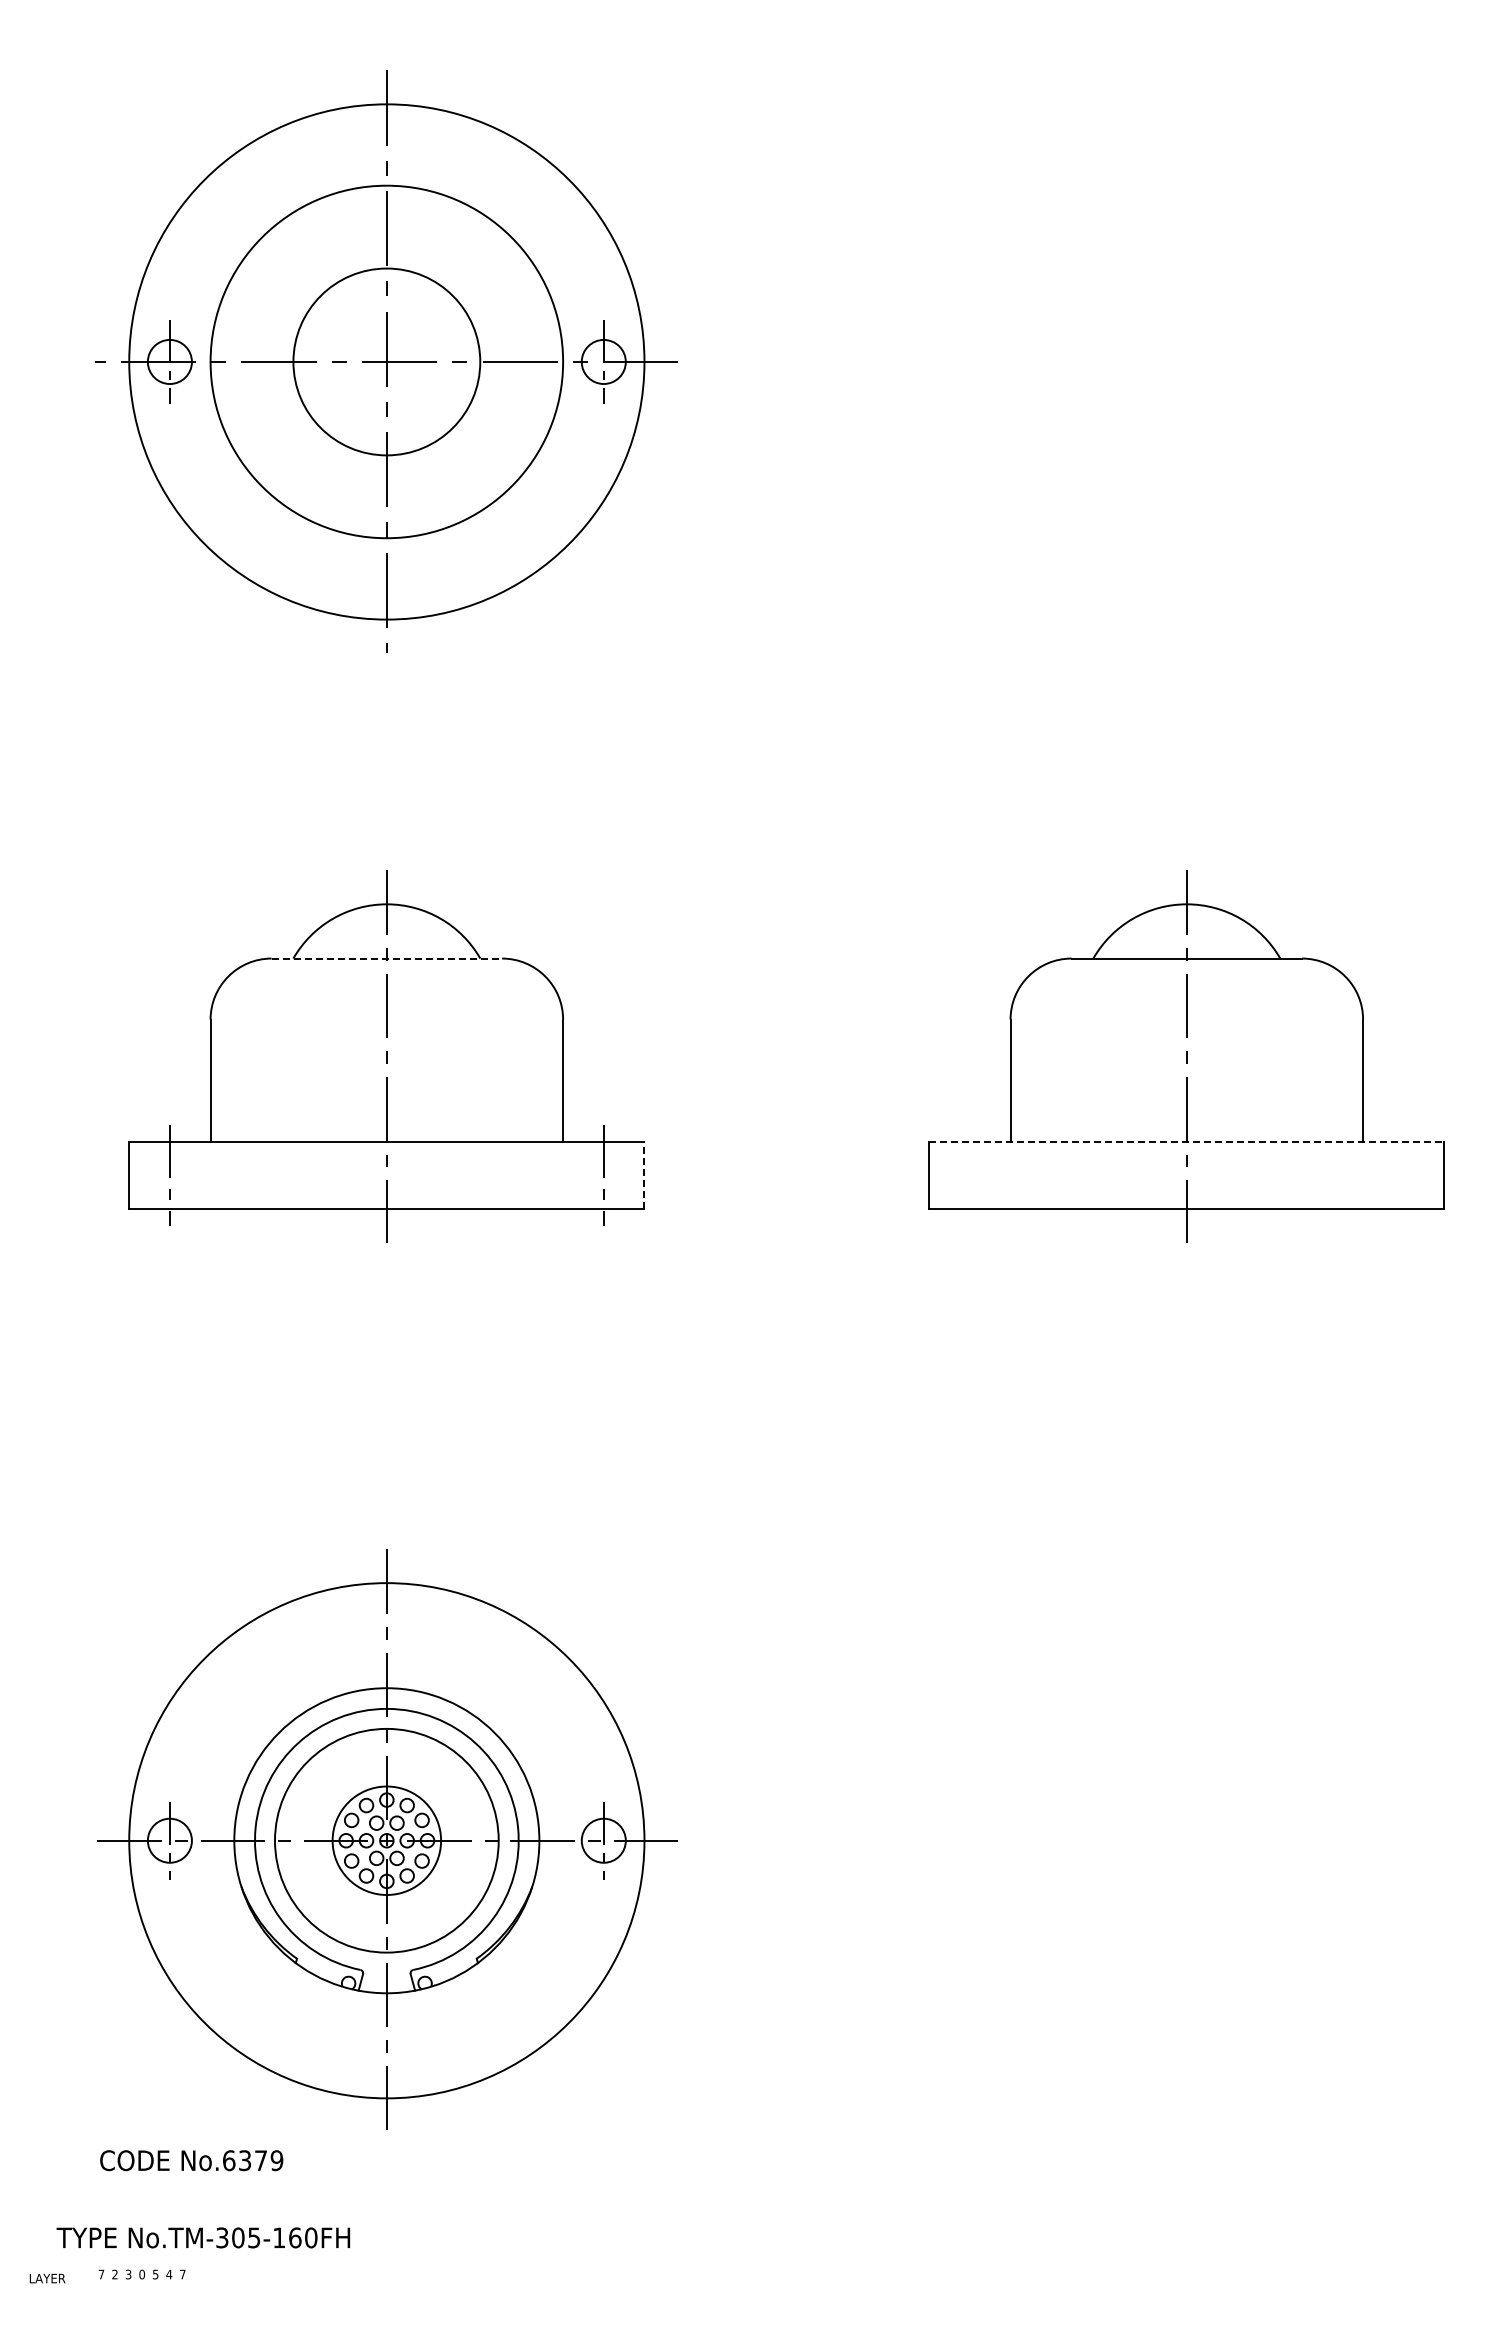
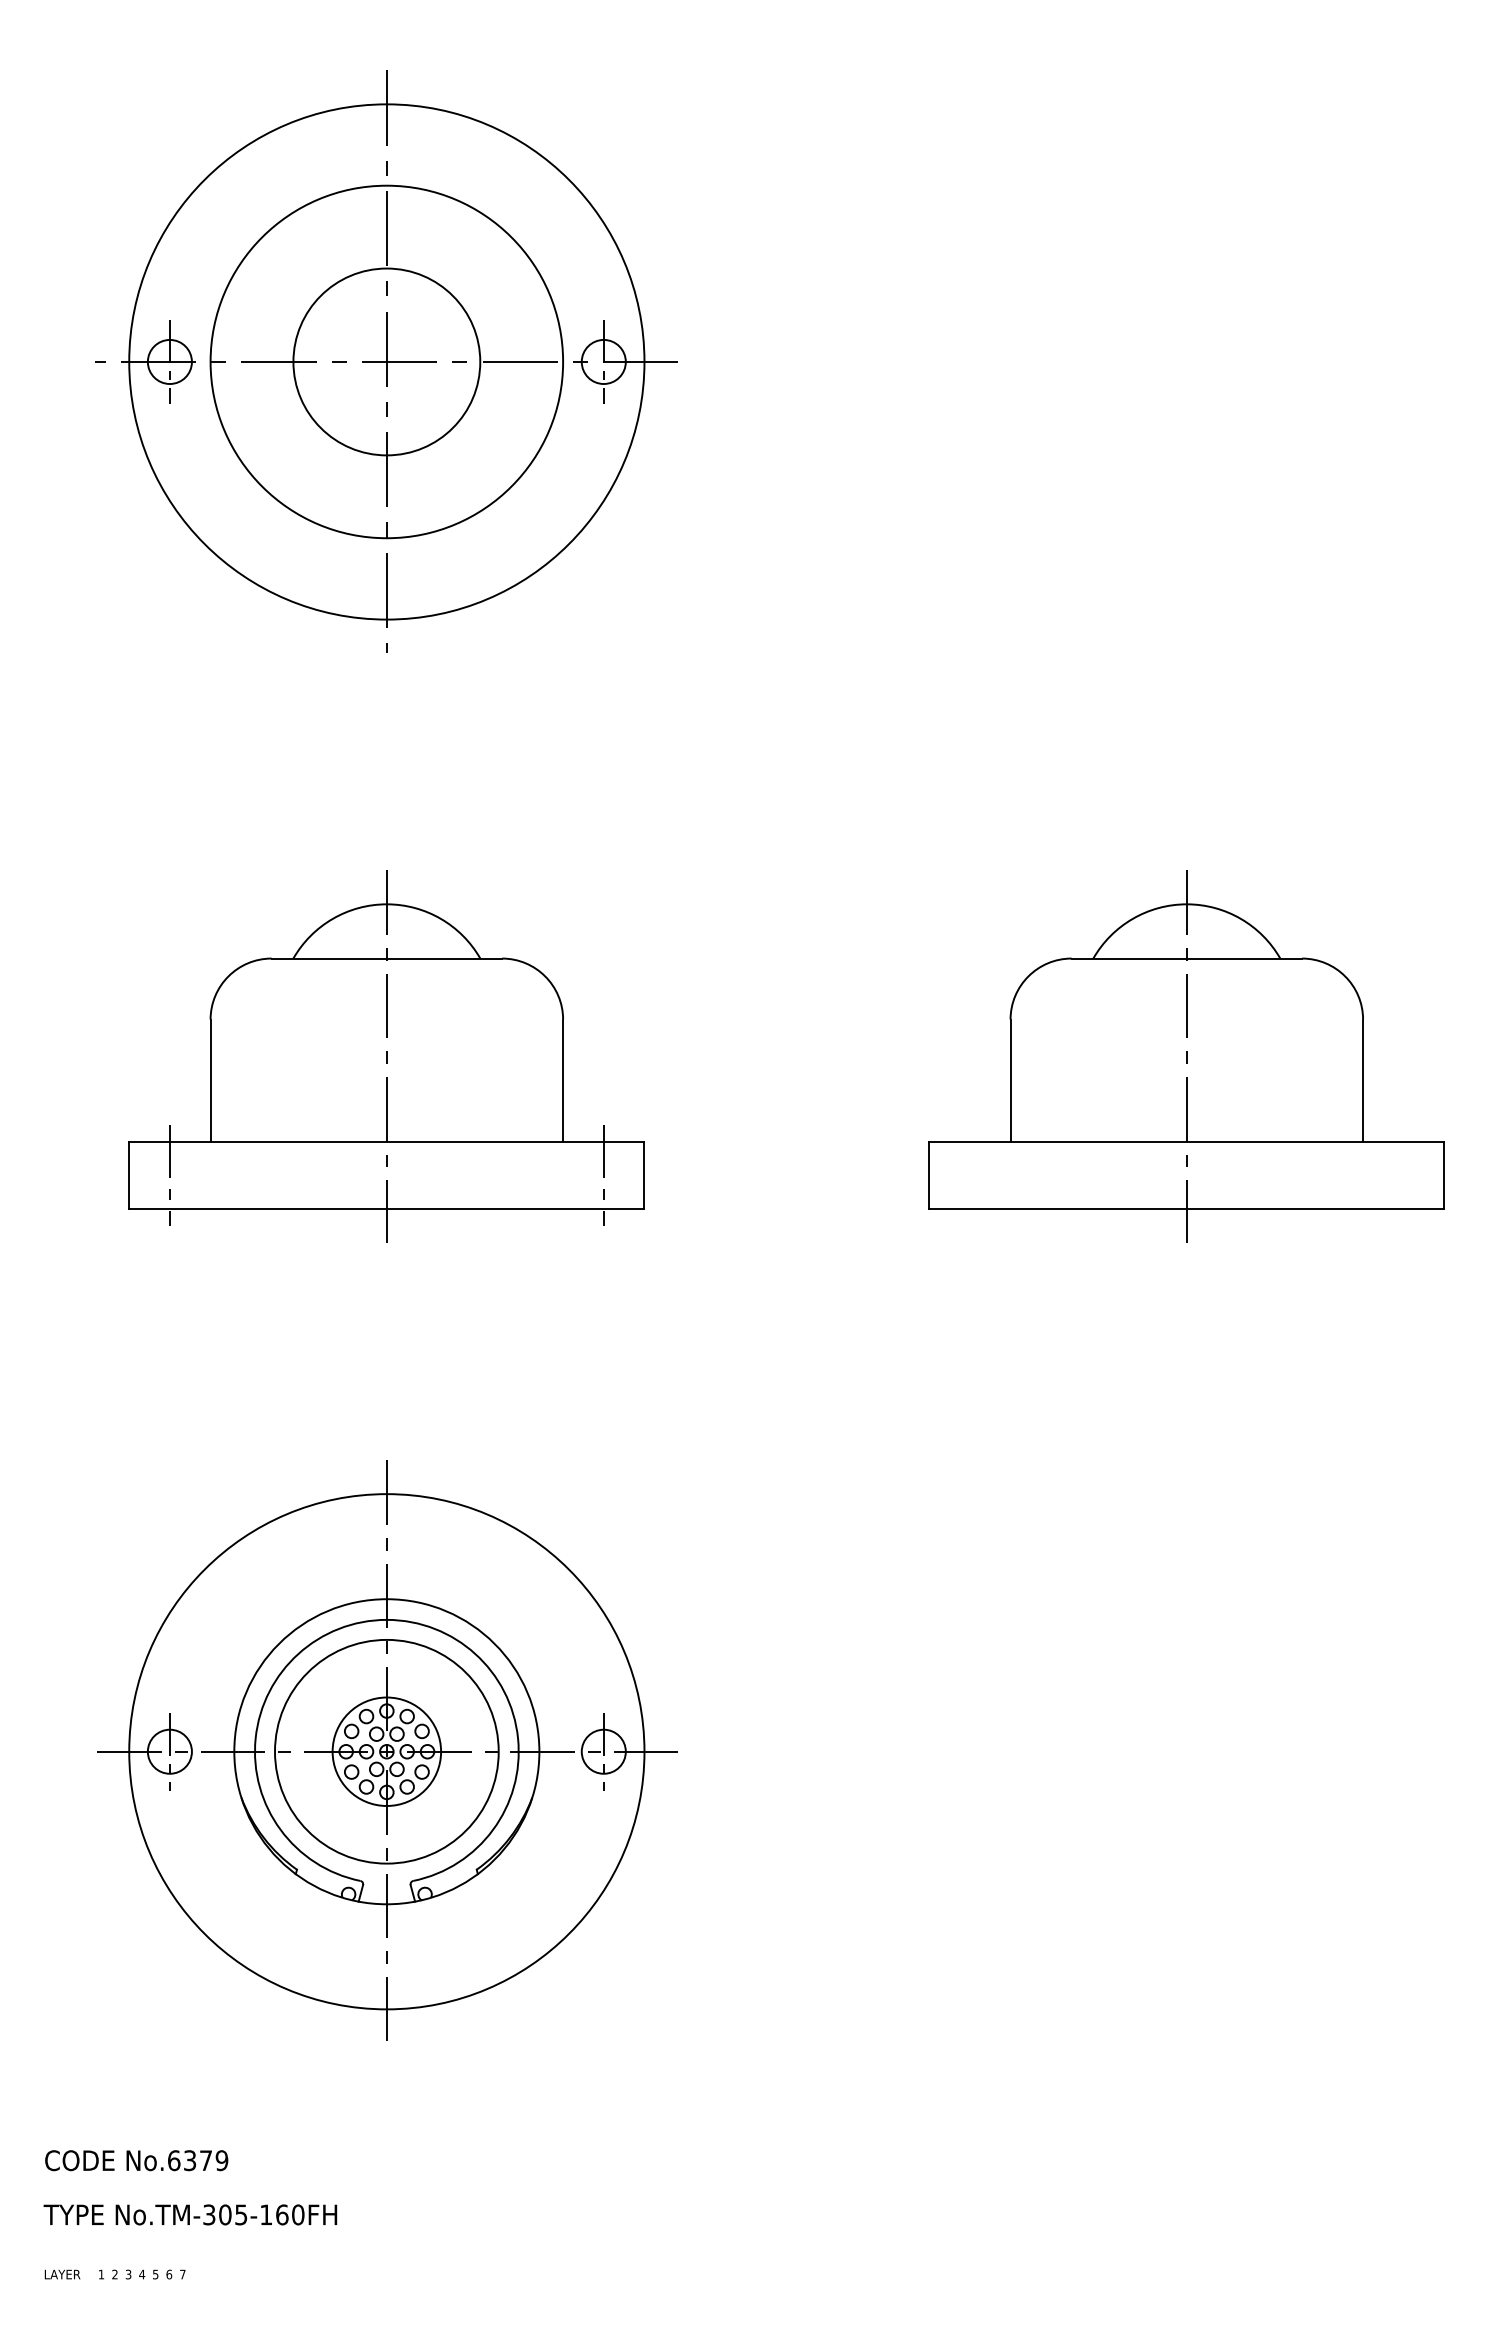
line at (387, 958): dashed -> solid
line at (1186, 1141): dashed -> solid
line at (644, 1175): dashed -> solid
part at (387, 1839) position: (387, 1839) -> (387, 1750)
text at (191, 2160) position: (191, 2160) -> (136, 2160)
text at (203, 2237) position: (203, 2237) -> (190, 2214)
text at (101, 2274): 7 -> 1
text at (142, 2274): 0 -> 4
text at (169, 2274): 4 -> 6
text at (47, 2278) position: (47, 2278) -> (62, 2274)
